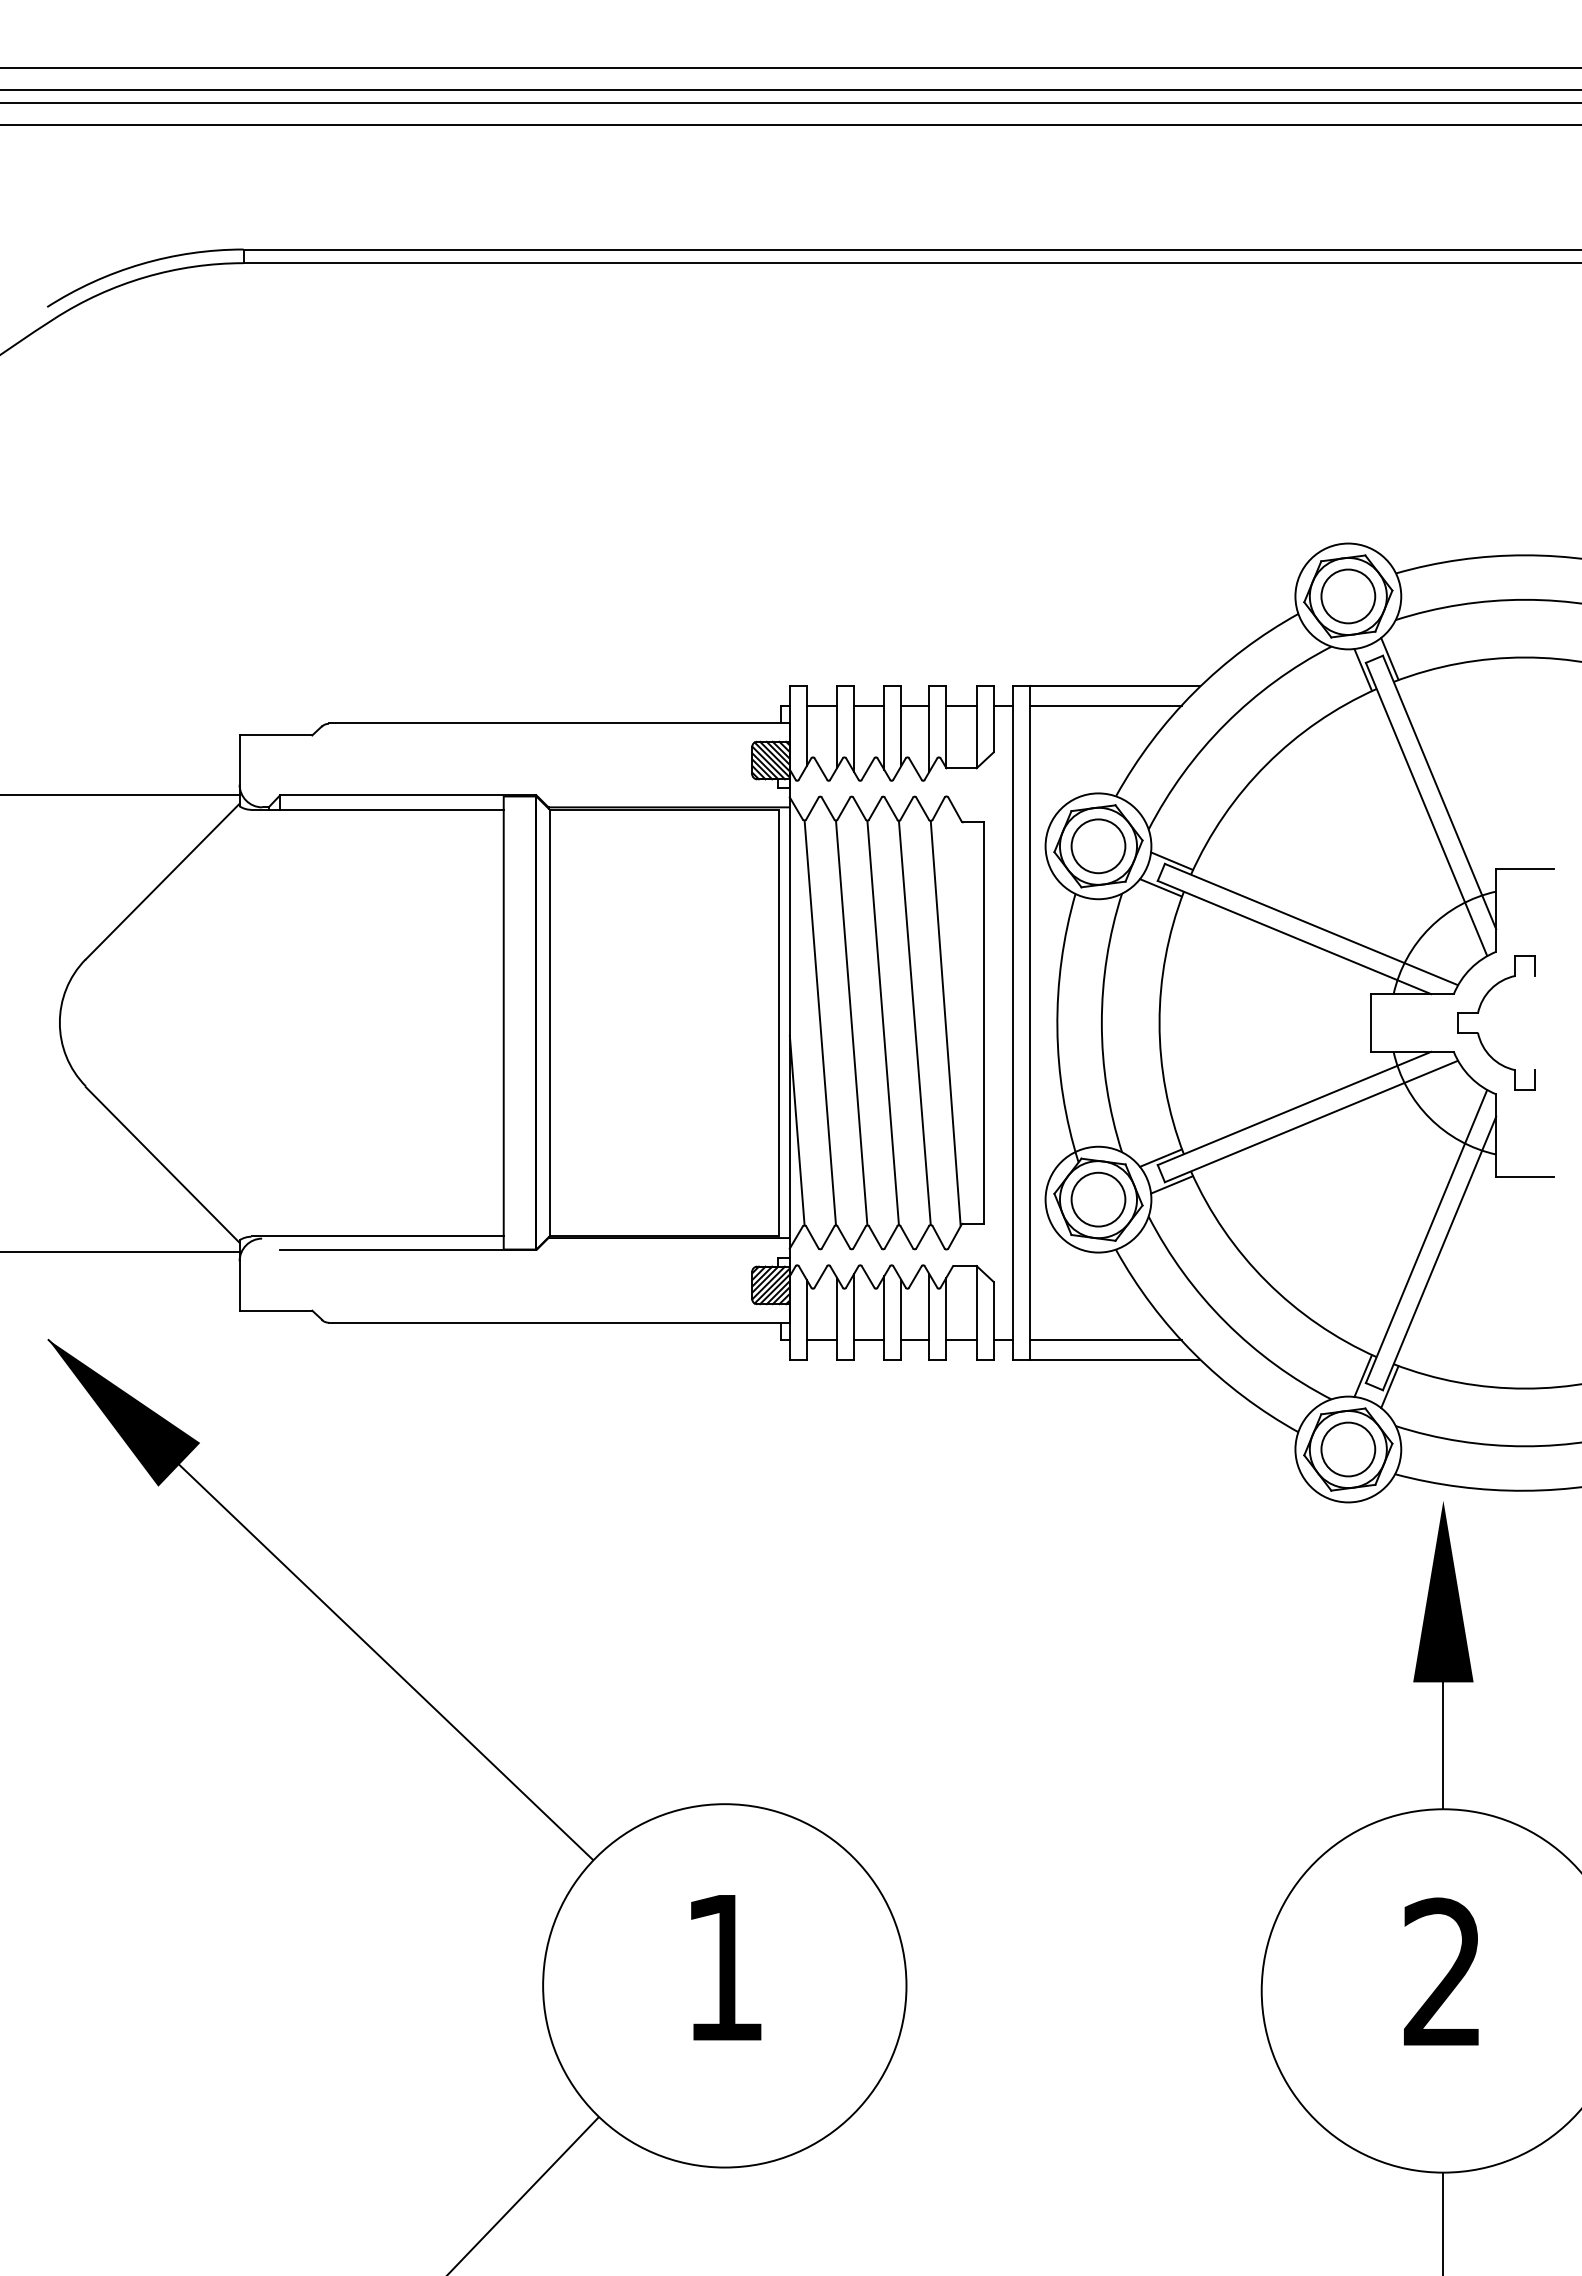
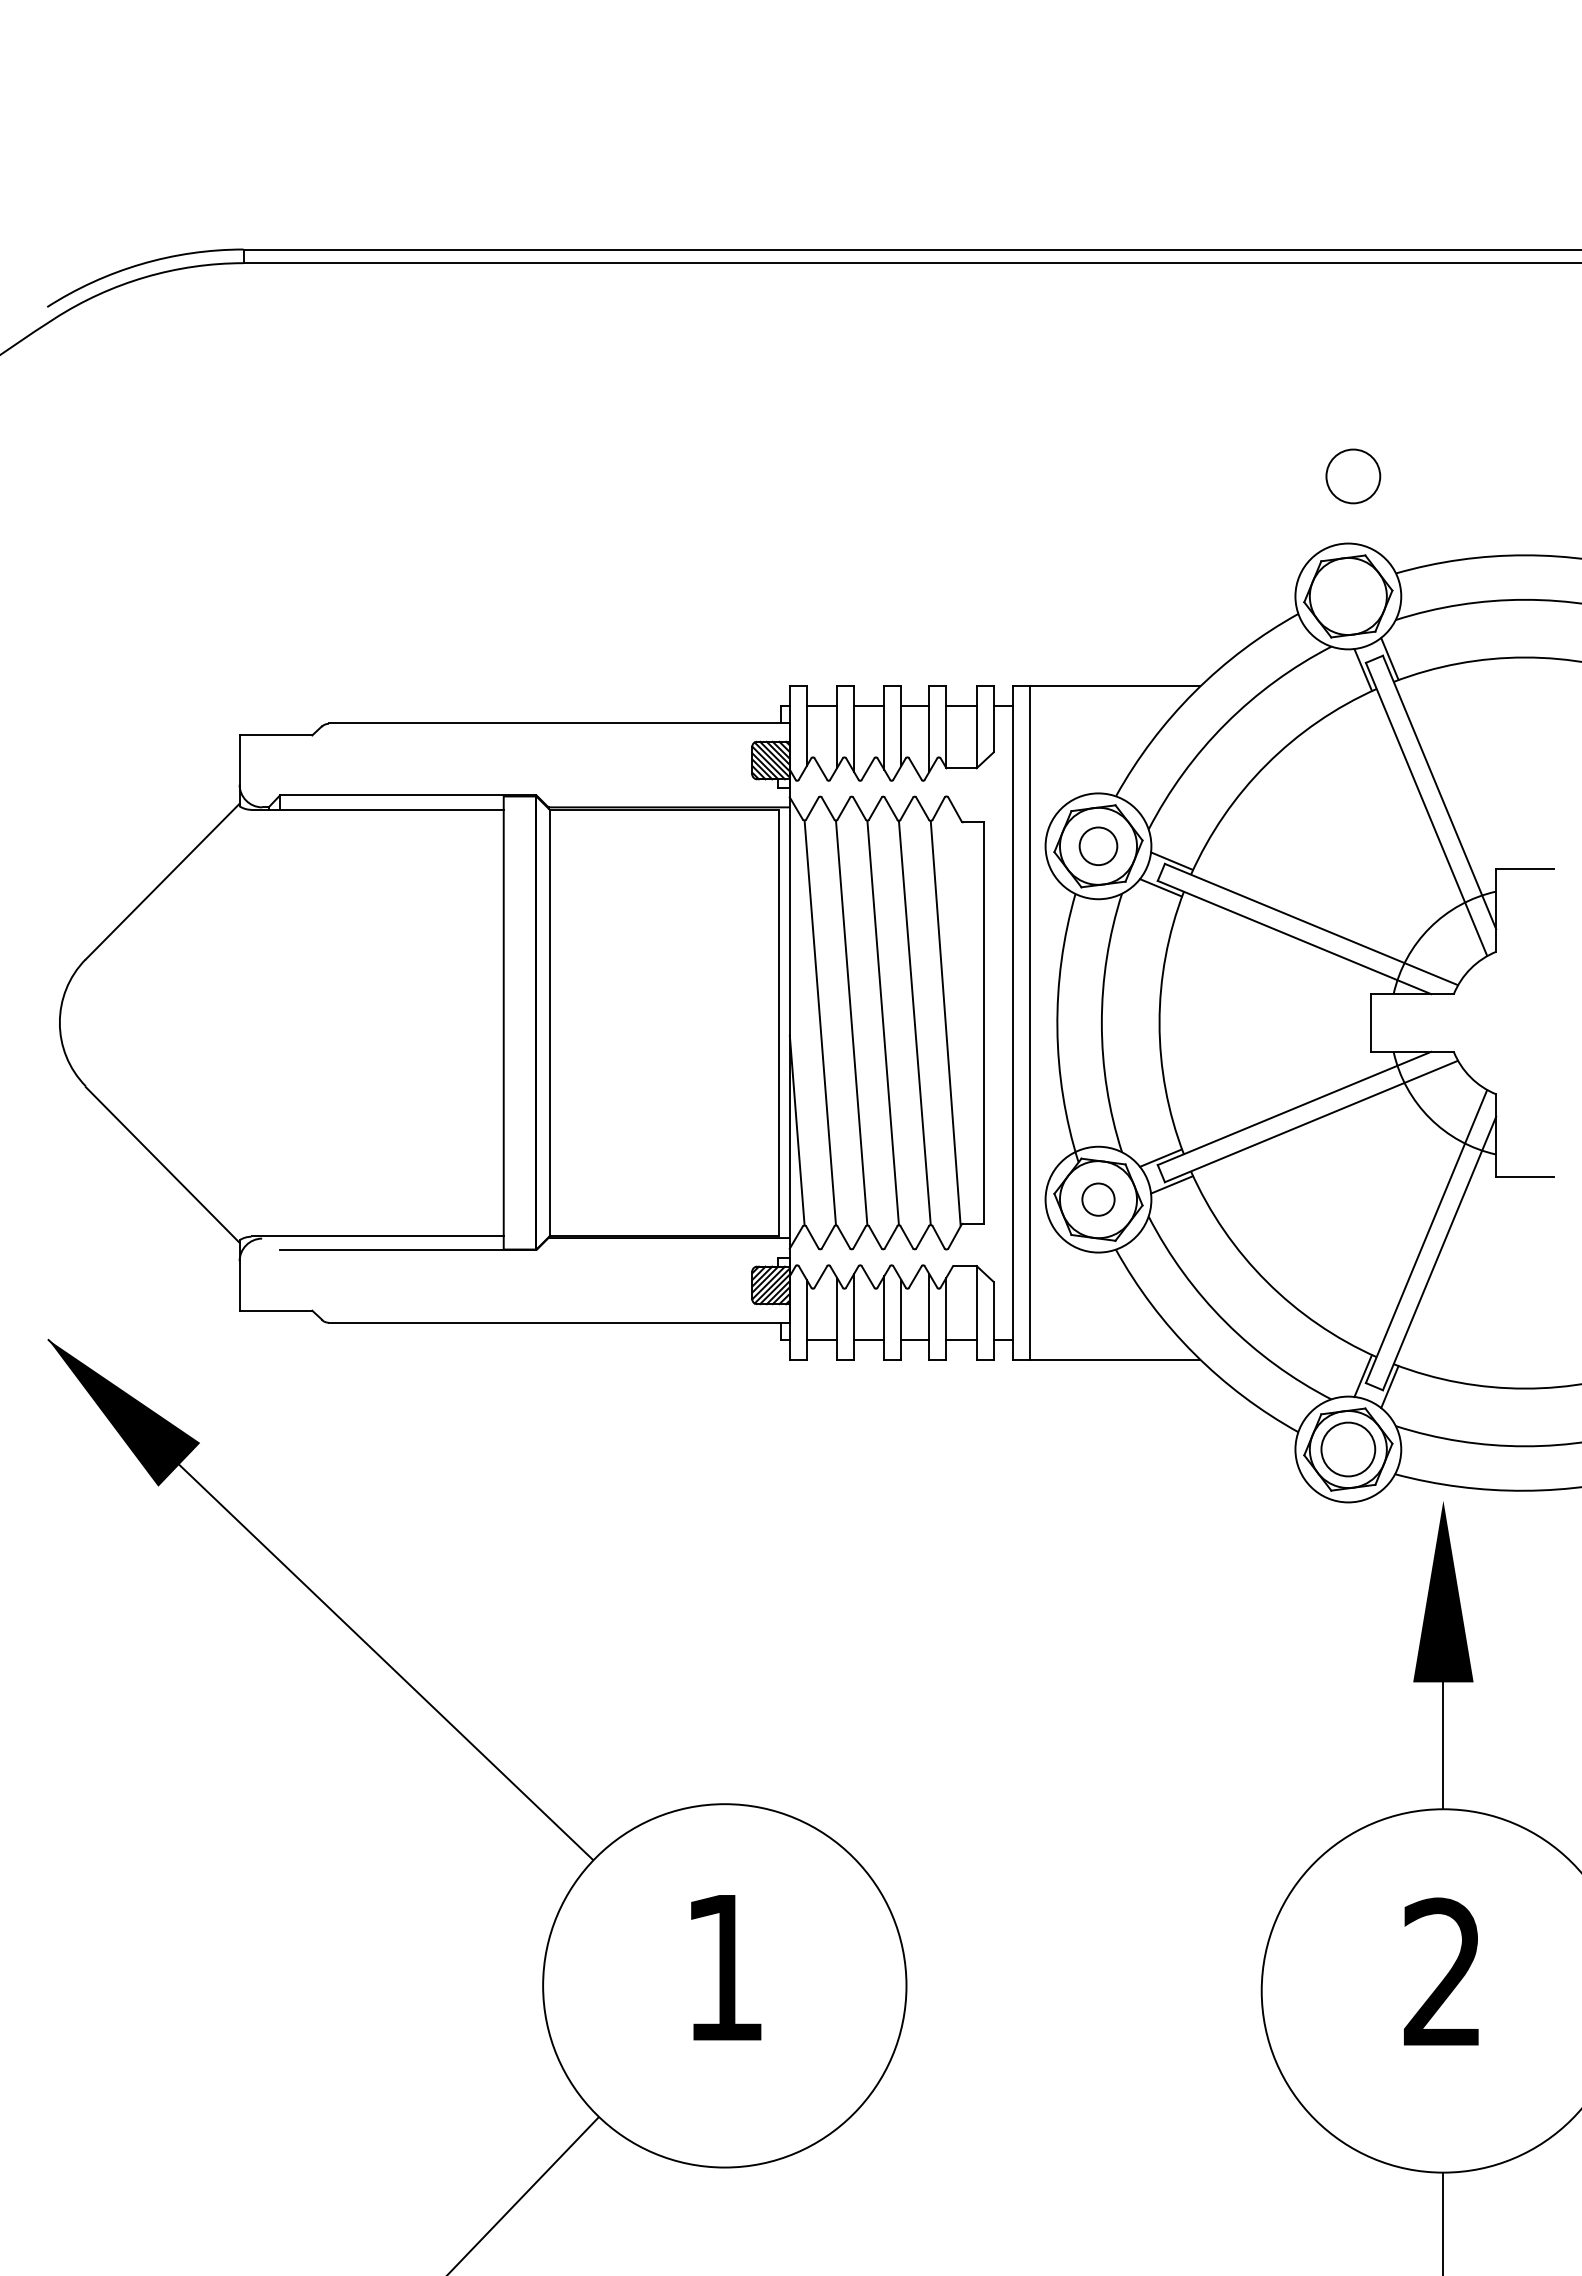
line at (790, 68): present -> none
line at (790, 90): present -> none
line at (790, 103): present -> none
line at (790, 125): present -> none
circle at (1348, 596) position: (1348, 596) -> (1353, 476)
line at (1105, 705): present -> none
line at (120, 795): present -> none
circle at (1098, 846) diameter: 54 px -> 38 px
part at (1479, 1012): present -> none
circle at (1098, 1199) diameter: 54 px -> 32 px
line at (120, 1251): present -> none
line at (1105, 1340): present -> none
